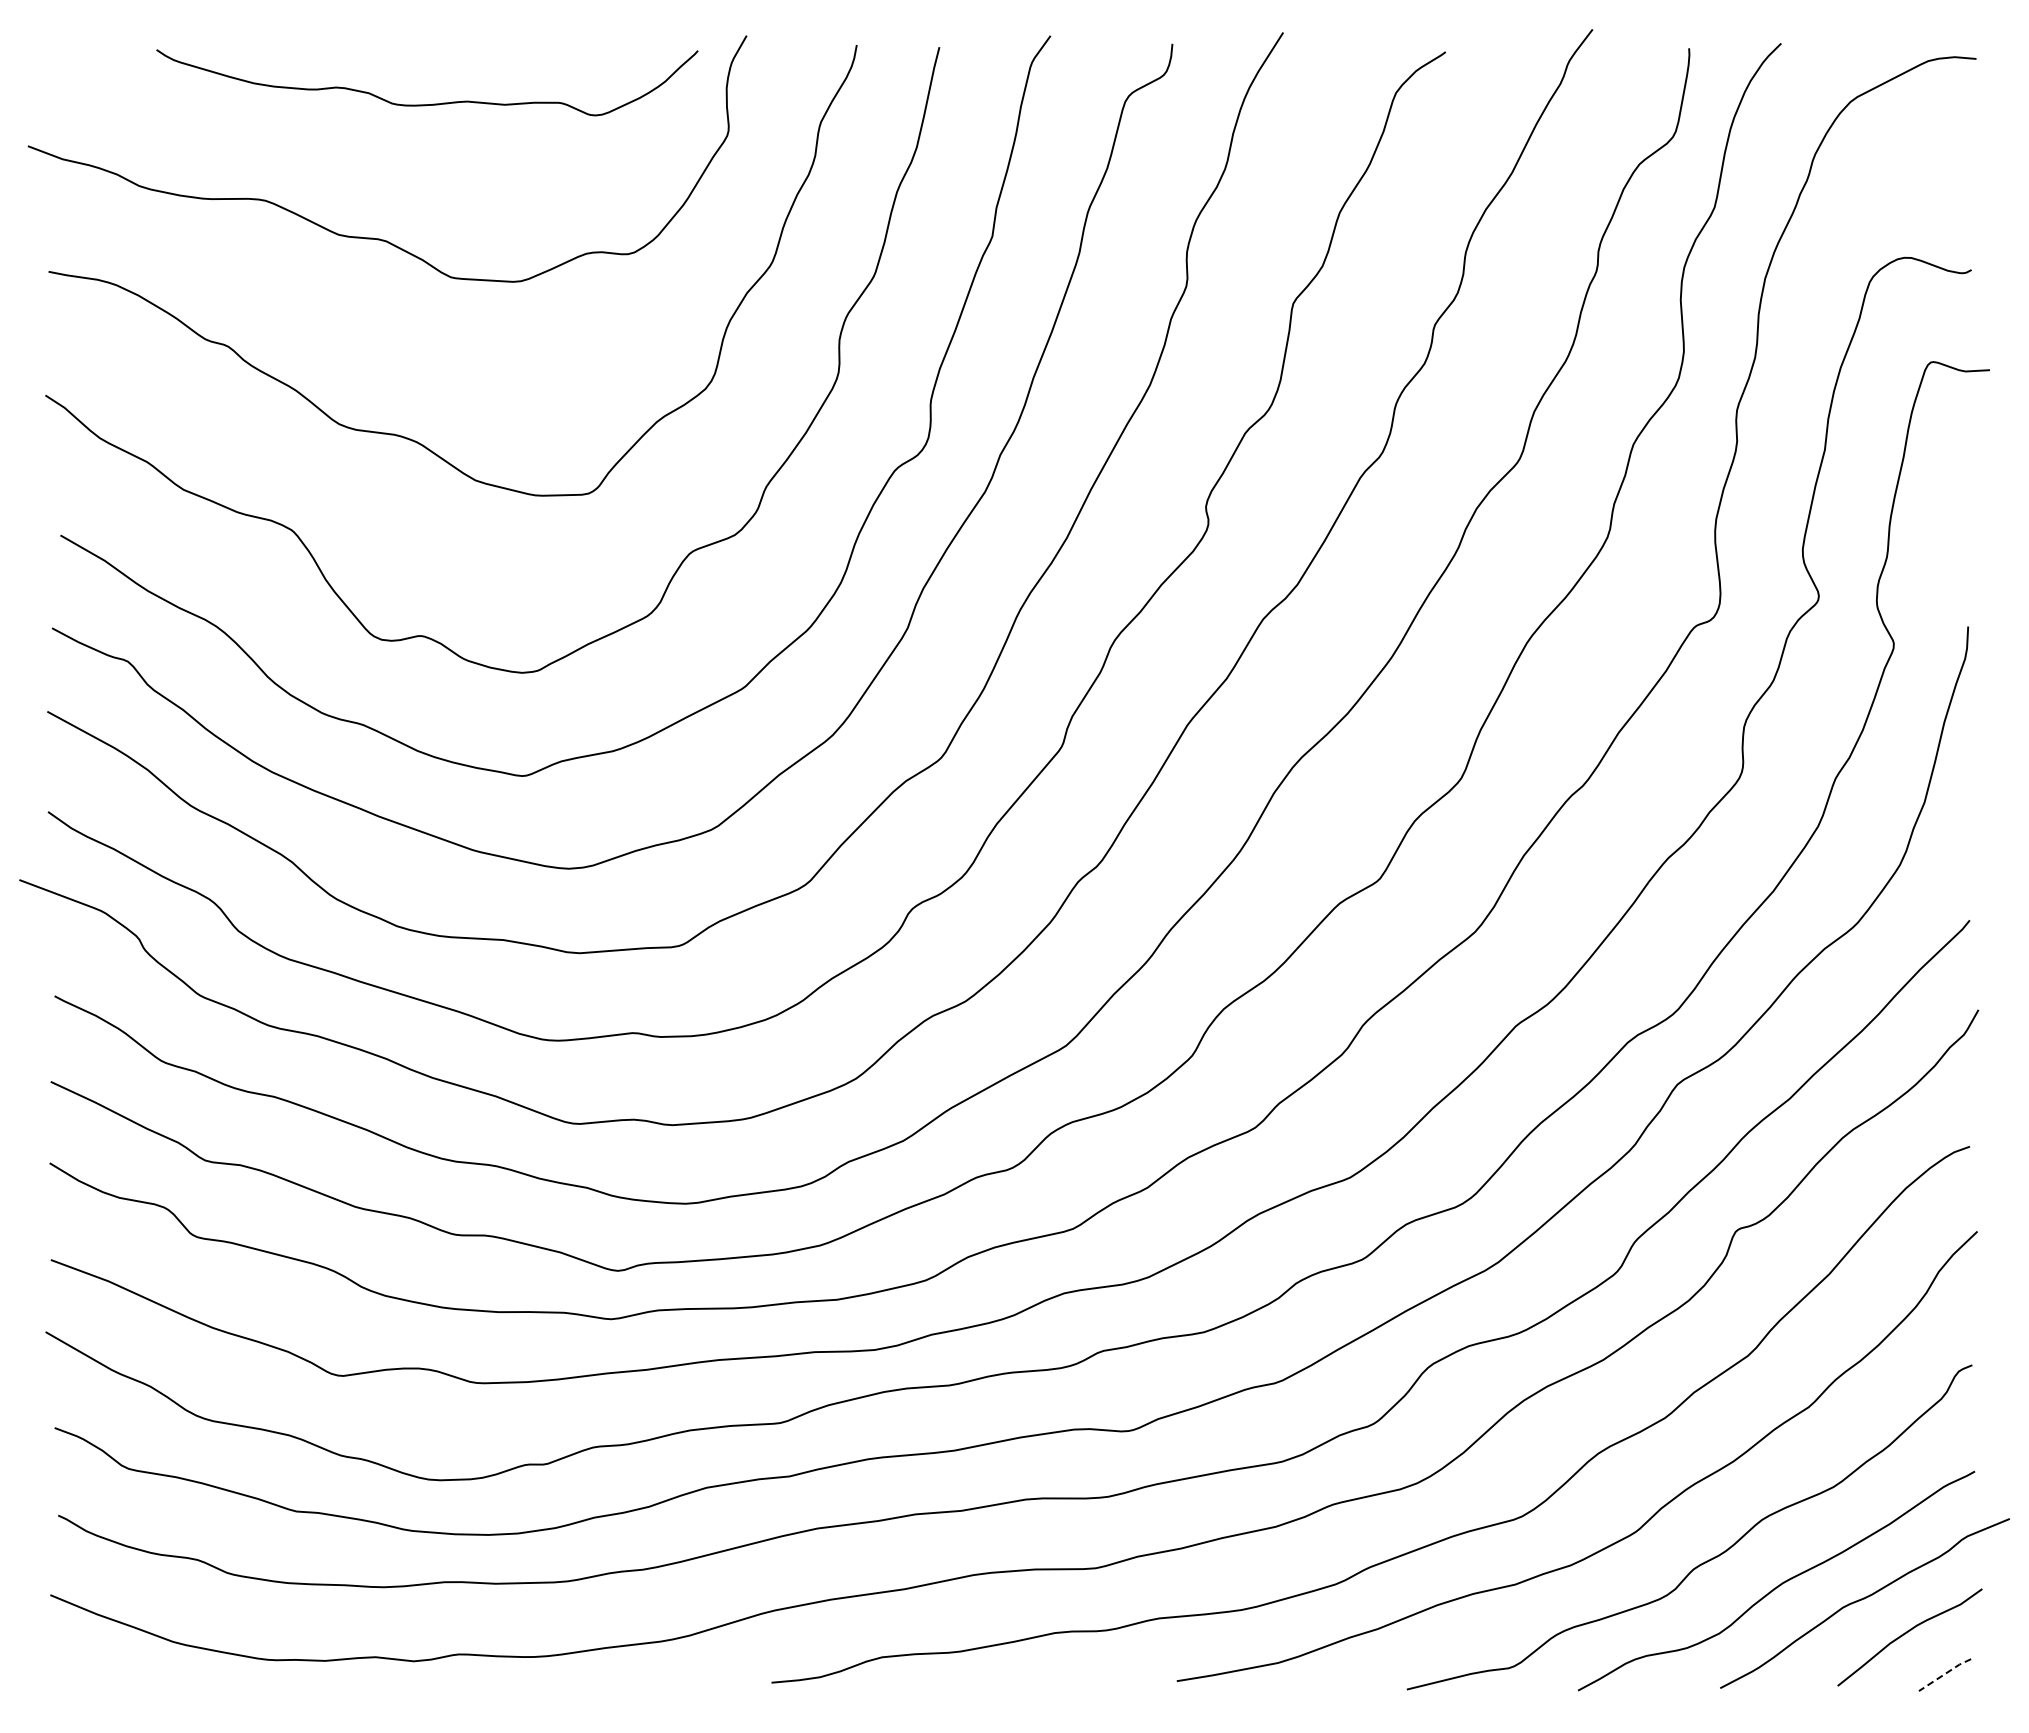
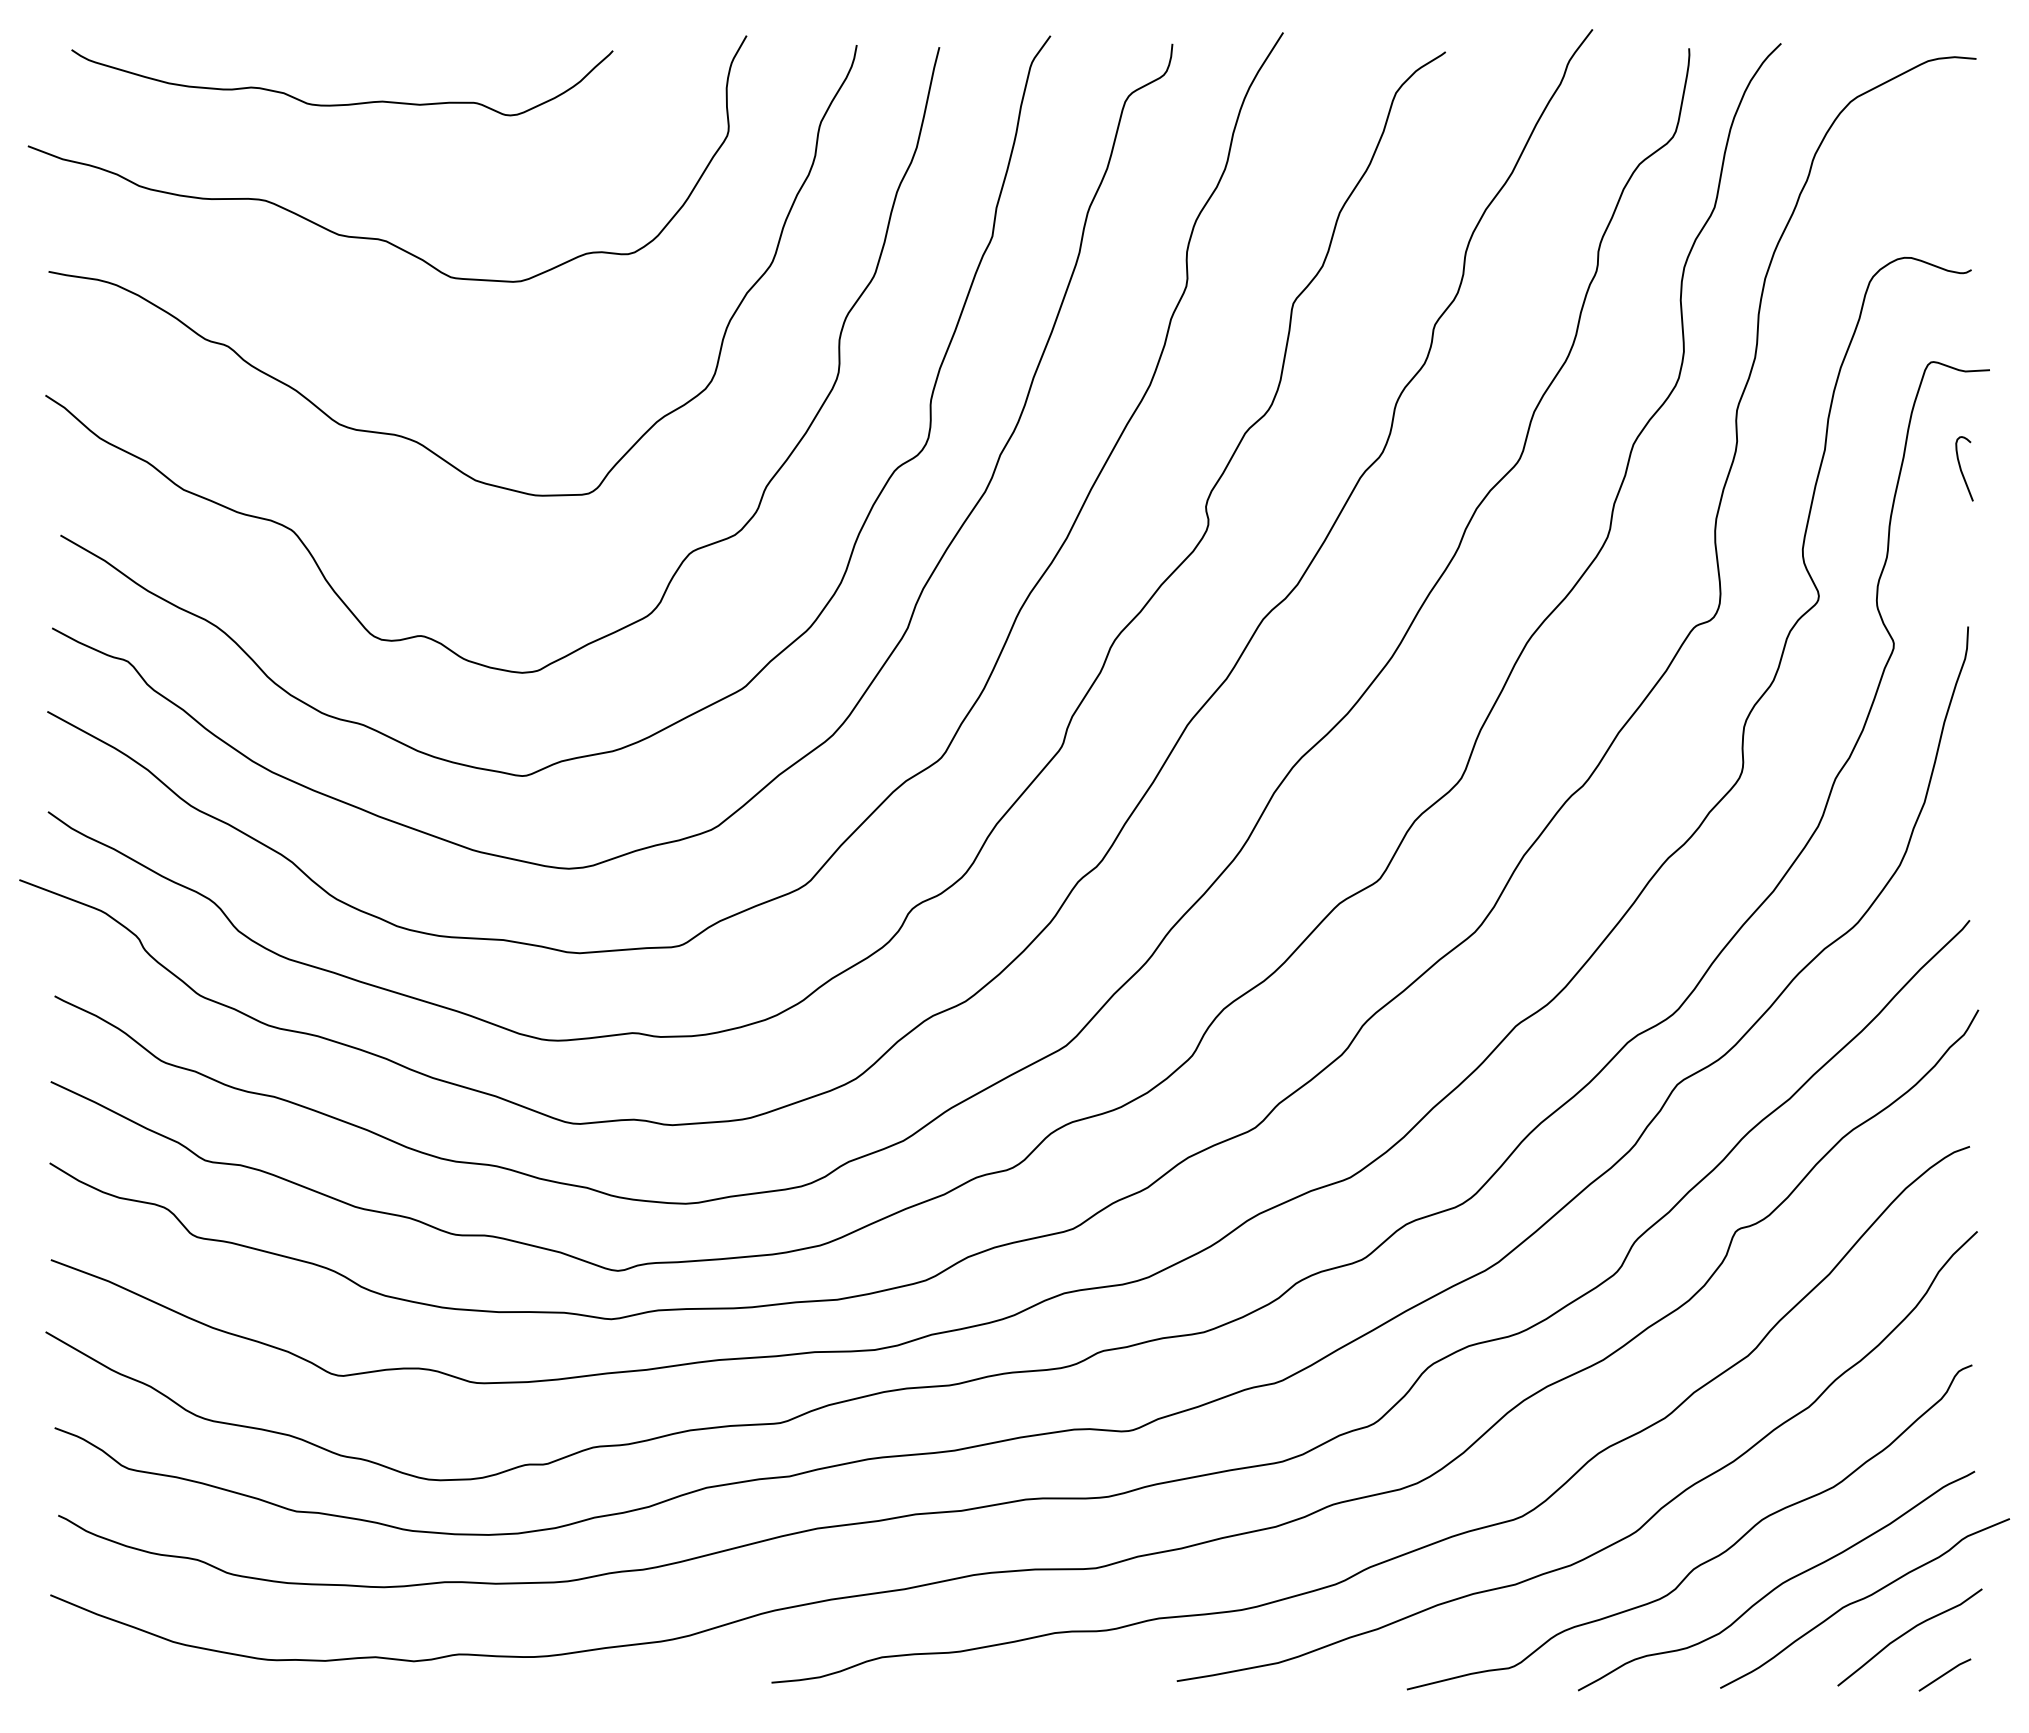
curve at (433, 103) position: (433, 103) -> (348, 103)
curve at (1961, 468): none -> present
line at (1944, 1674): dashed -> solid
